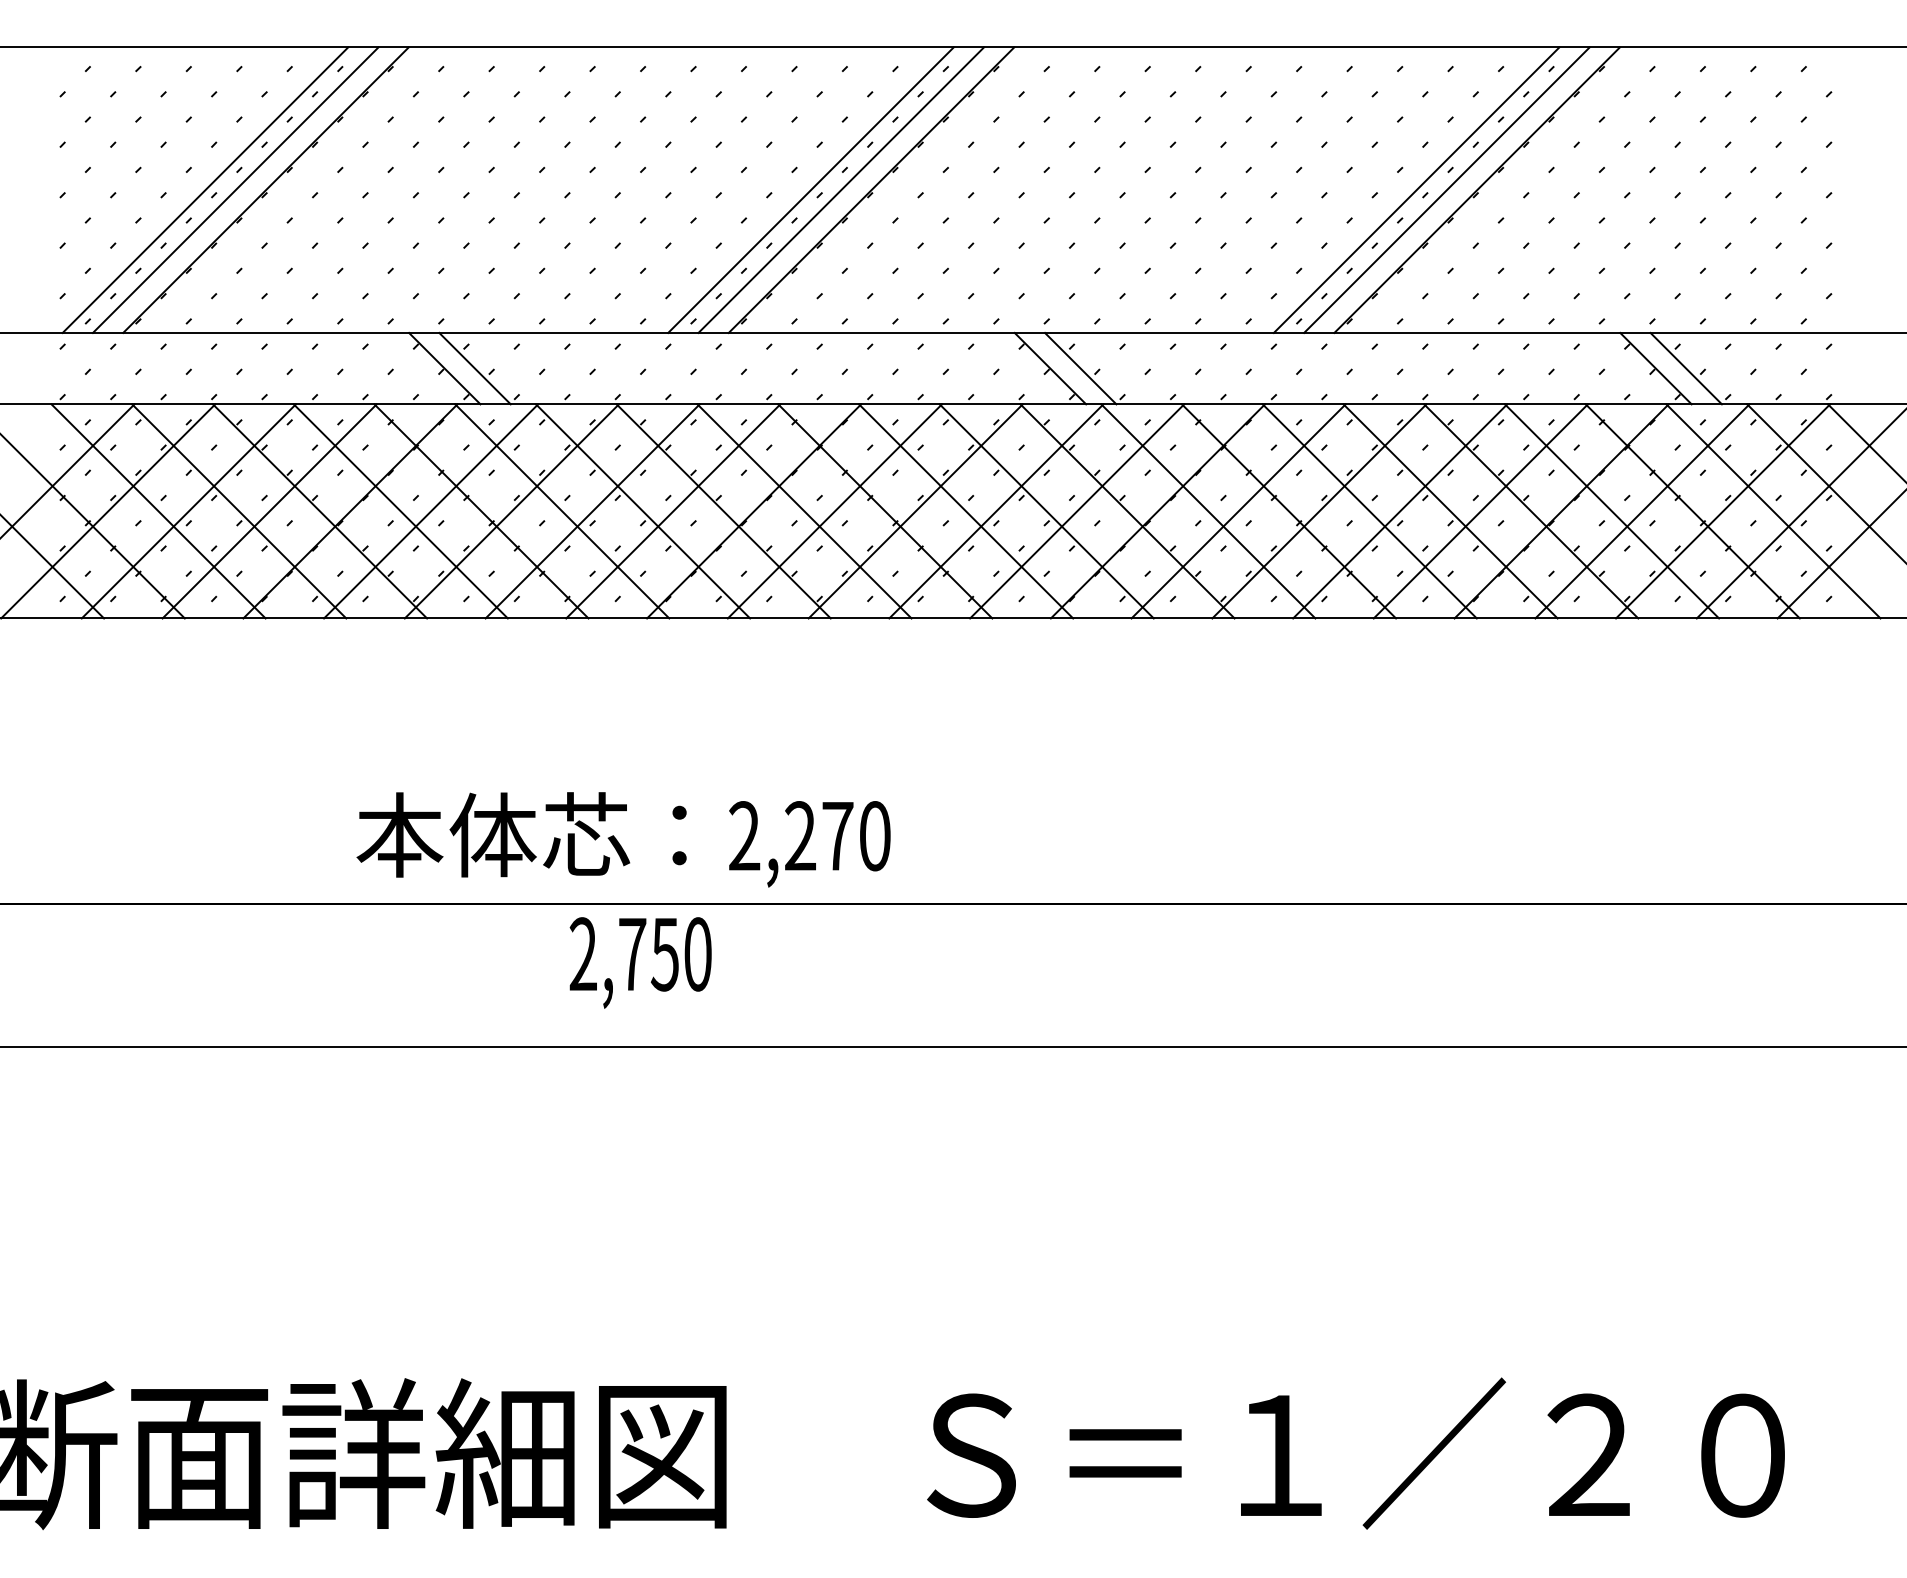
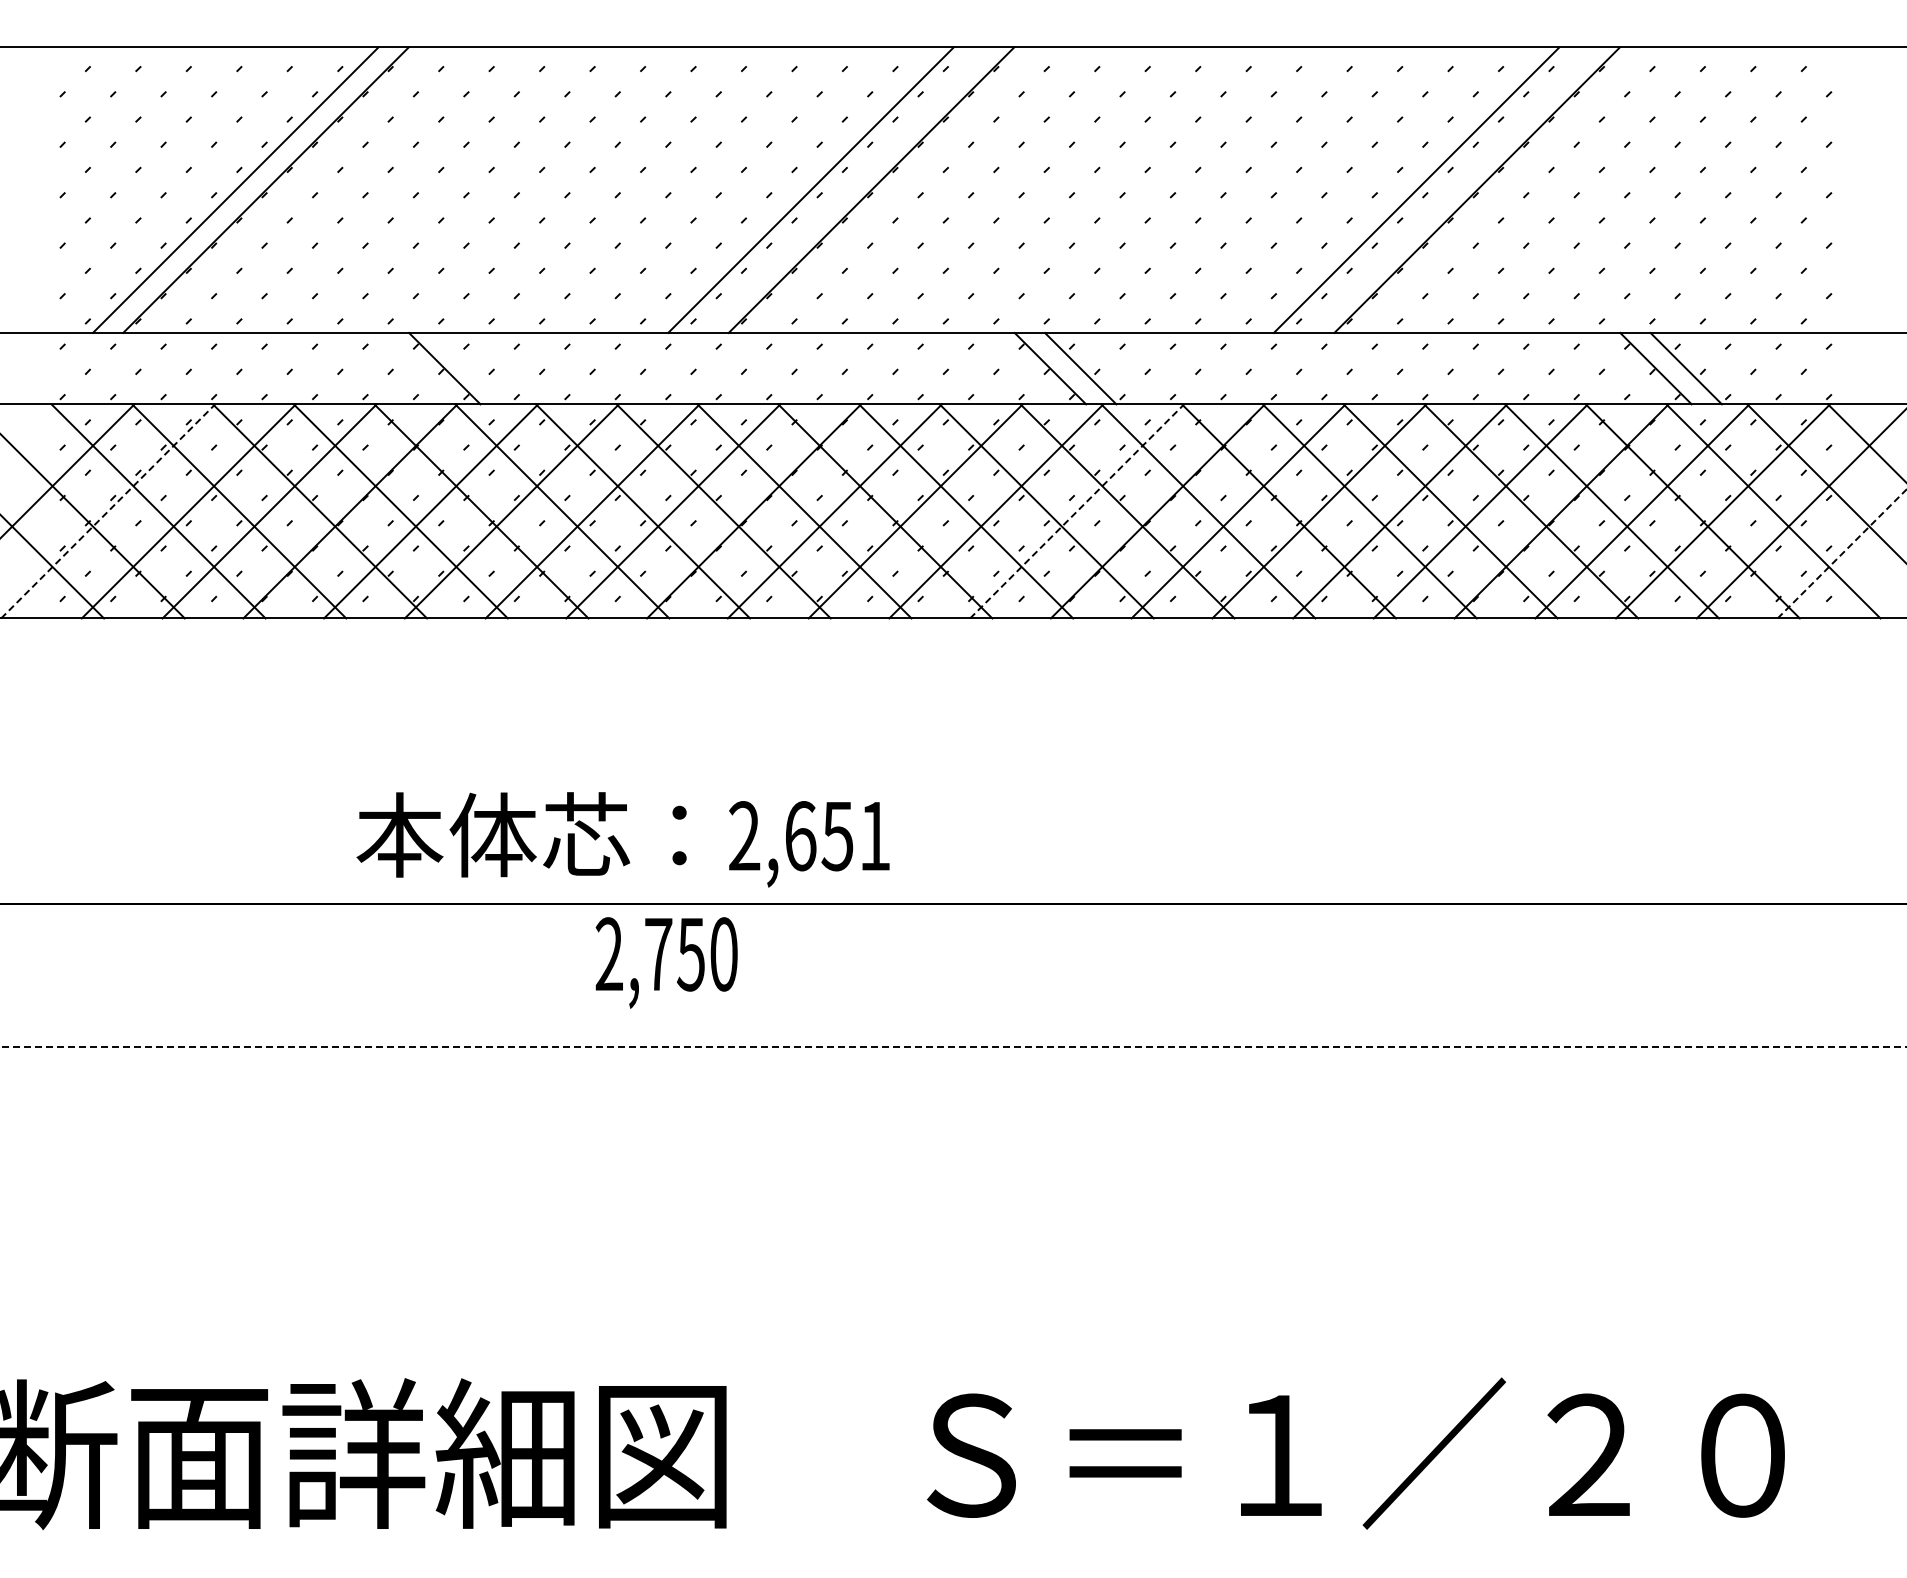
line at (205, 189): present -> none
line at (840, 189): present -> none
line at (1446, 189): present -> none
line at (474, 368): present -> none
line at (108, 511): solid -> dashed
line at (1077, 511): solid -> dashed
line at (1842, 553): solid -> dashed
text at (837, 836): 2,270 -> 2,651
text at (640, 962) position: (640, 962) -> (666, 962)
line at (953, 1046): solid -> dashed
